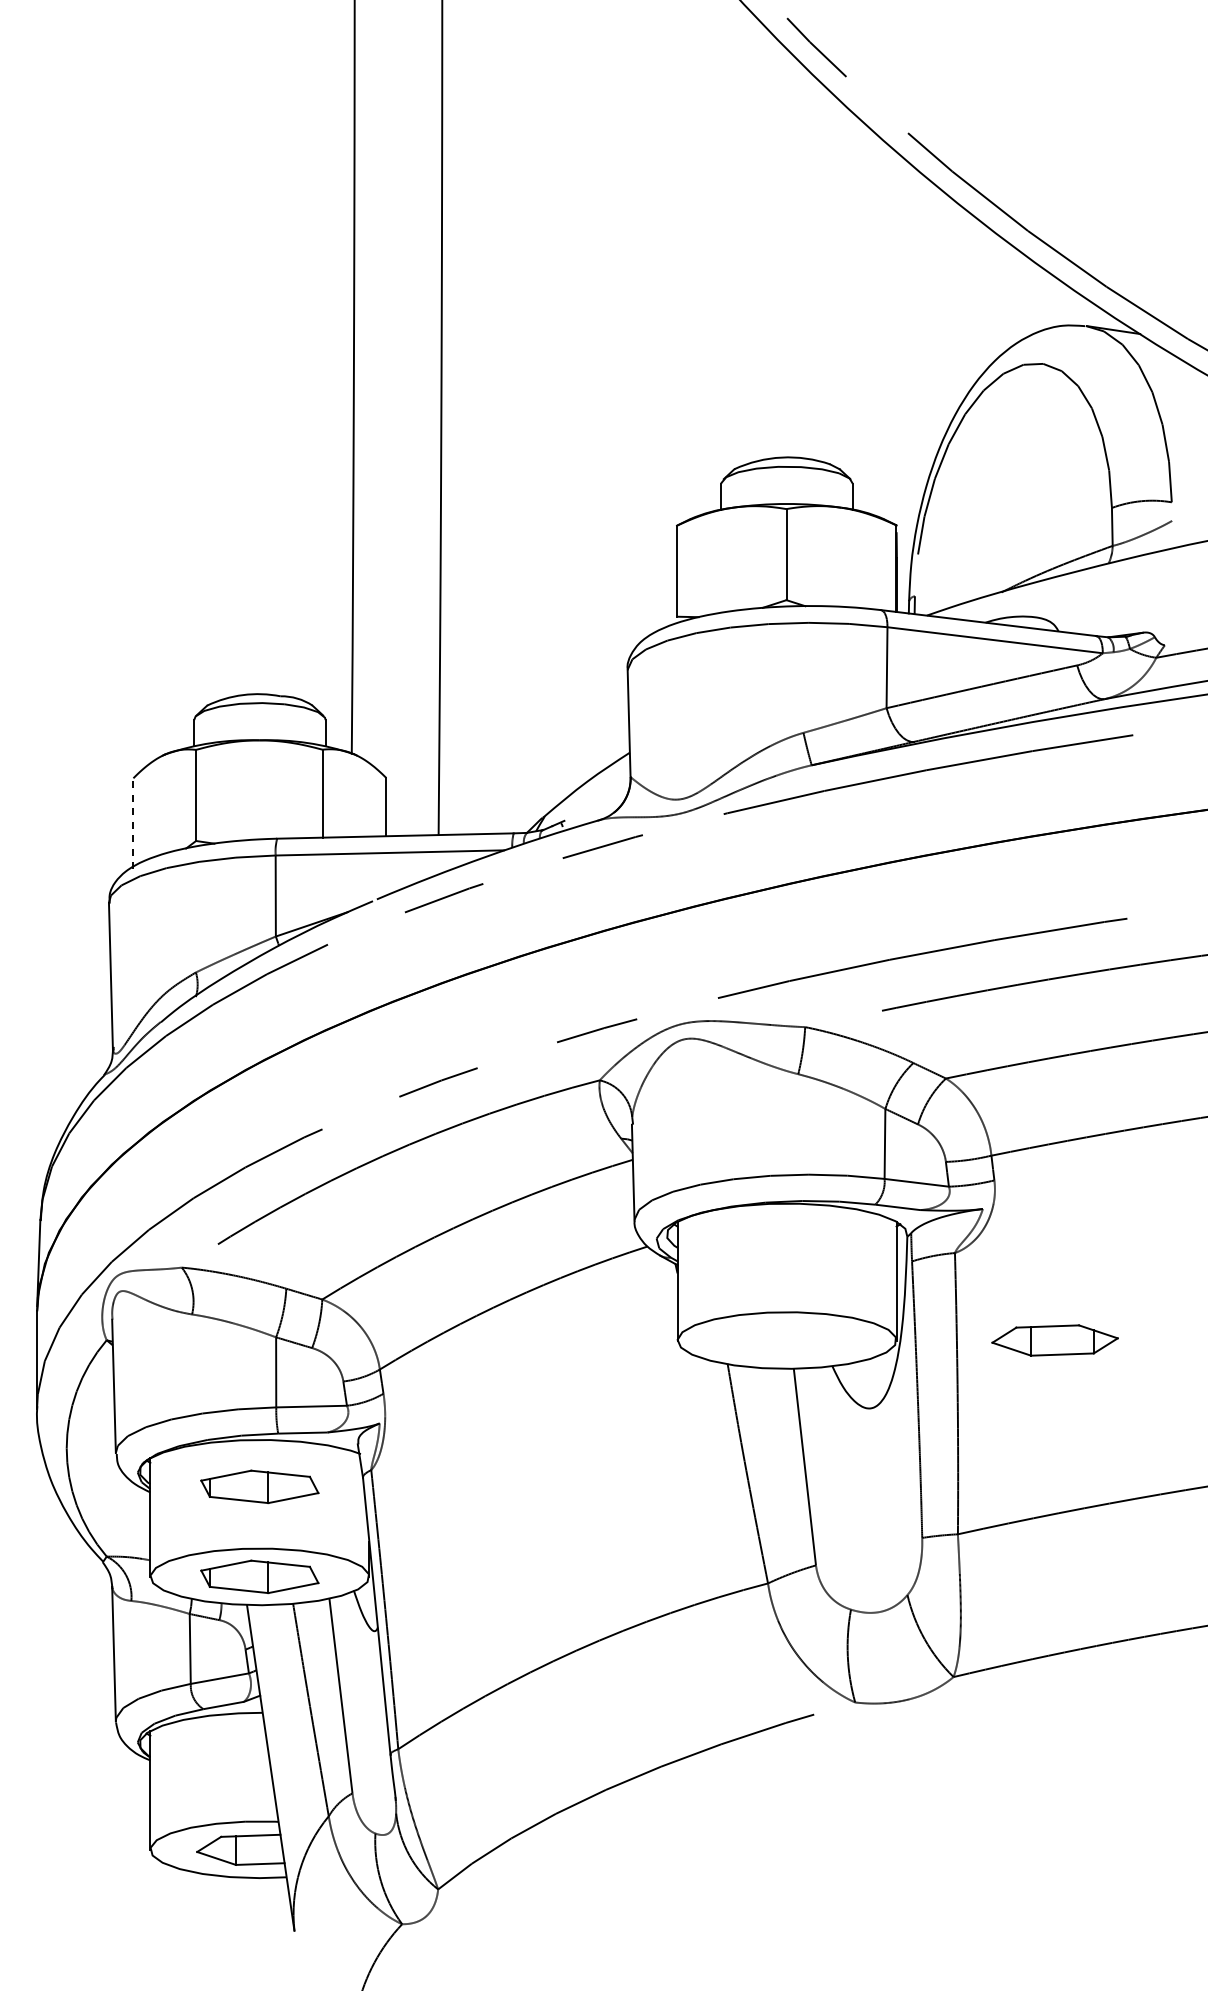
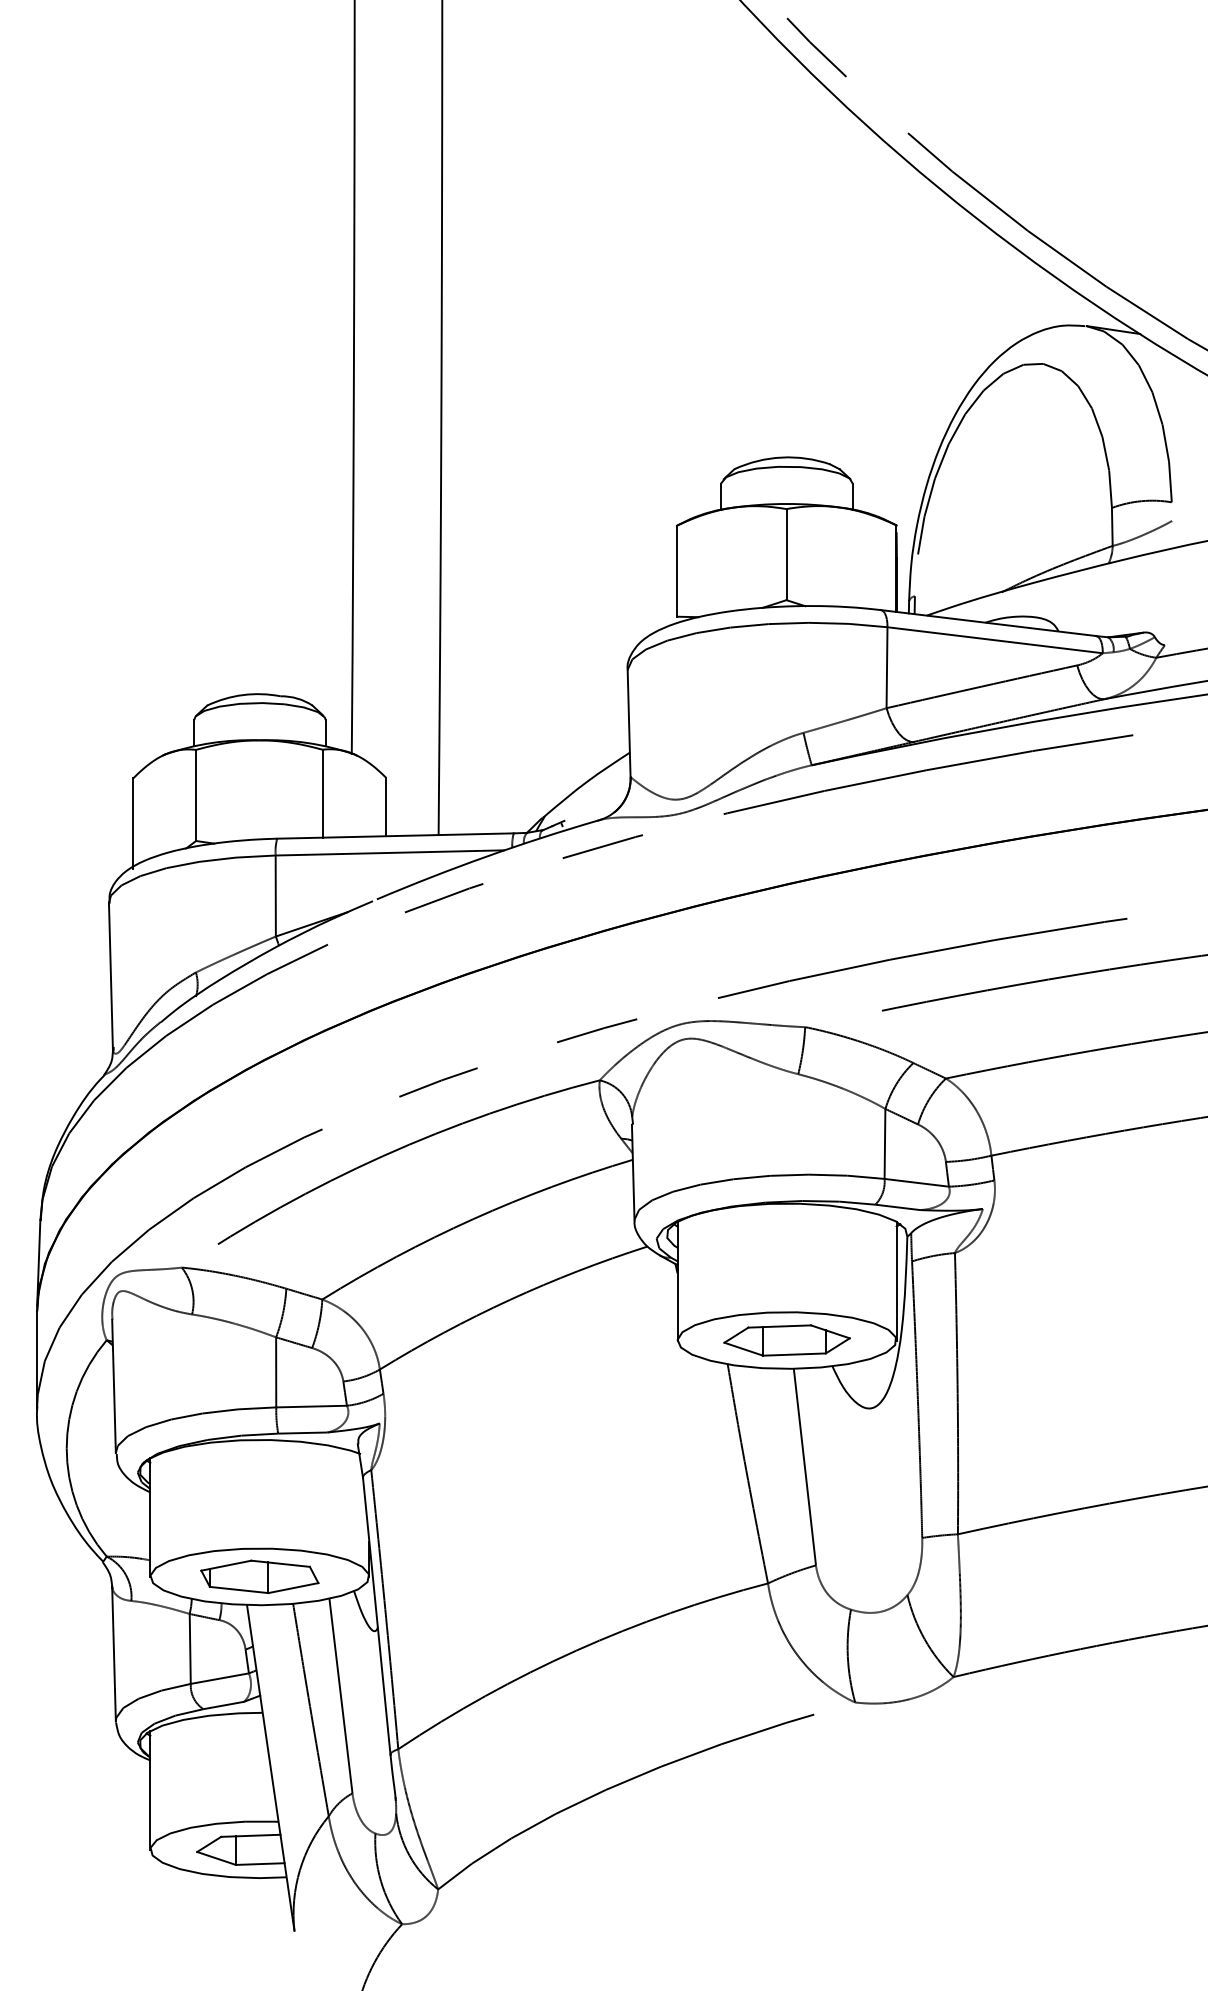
line at (133, 823): dashed -> solid
part at (1054, 1340) position: (1054, 1340) -> (786, 1340)
part at (259, 1486): present -> none
